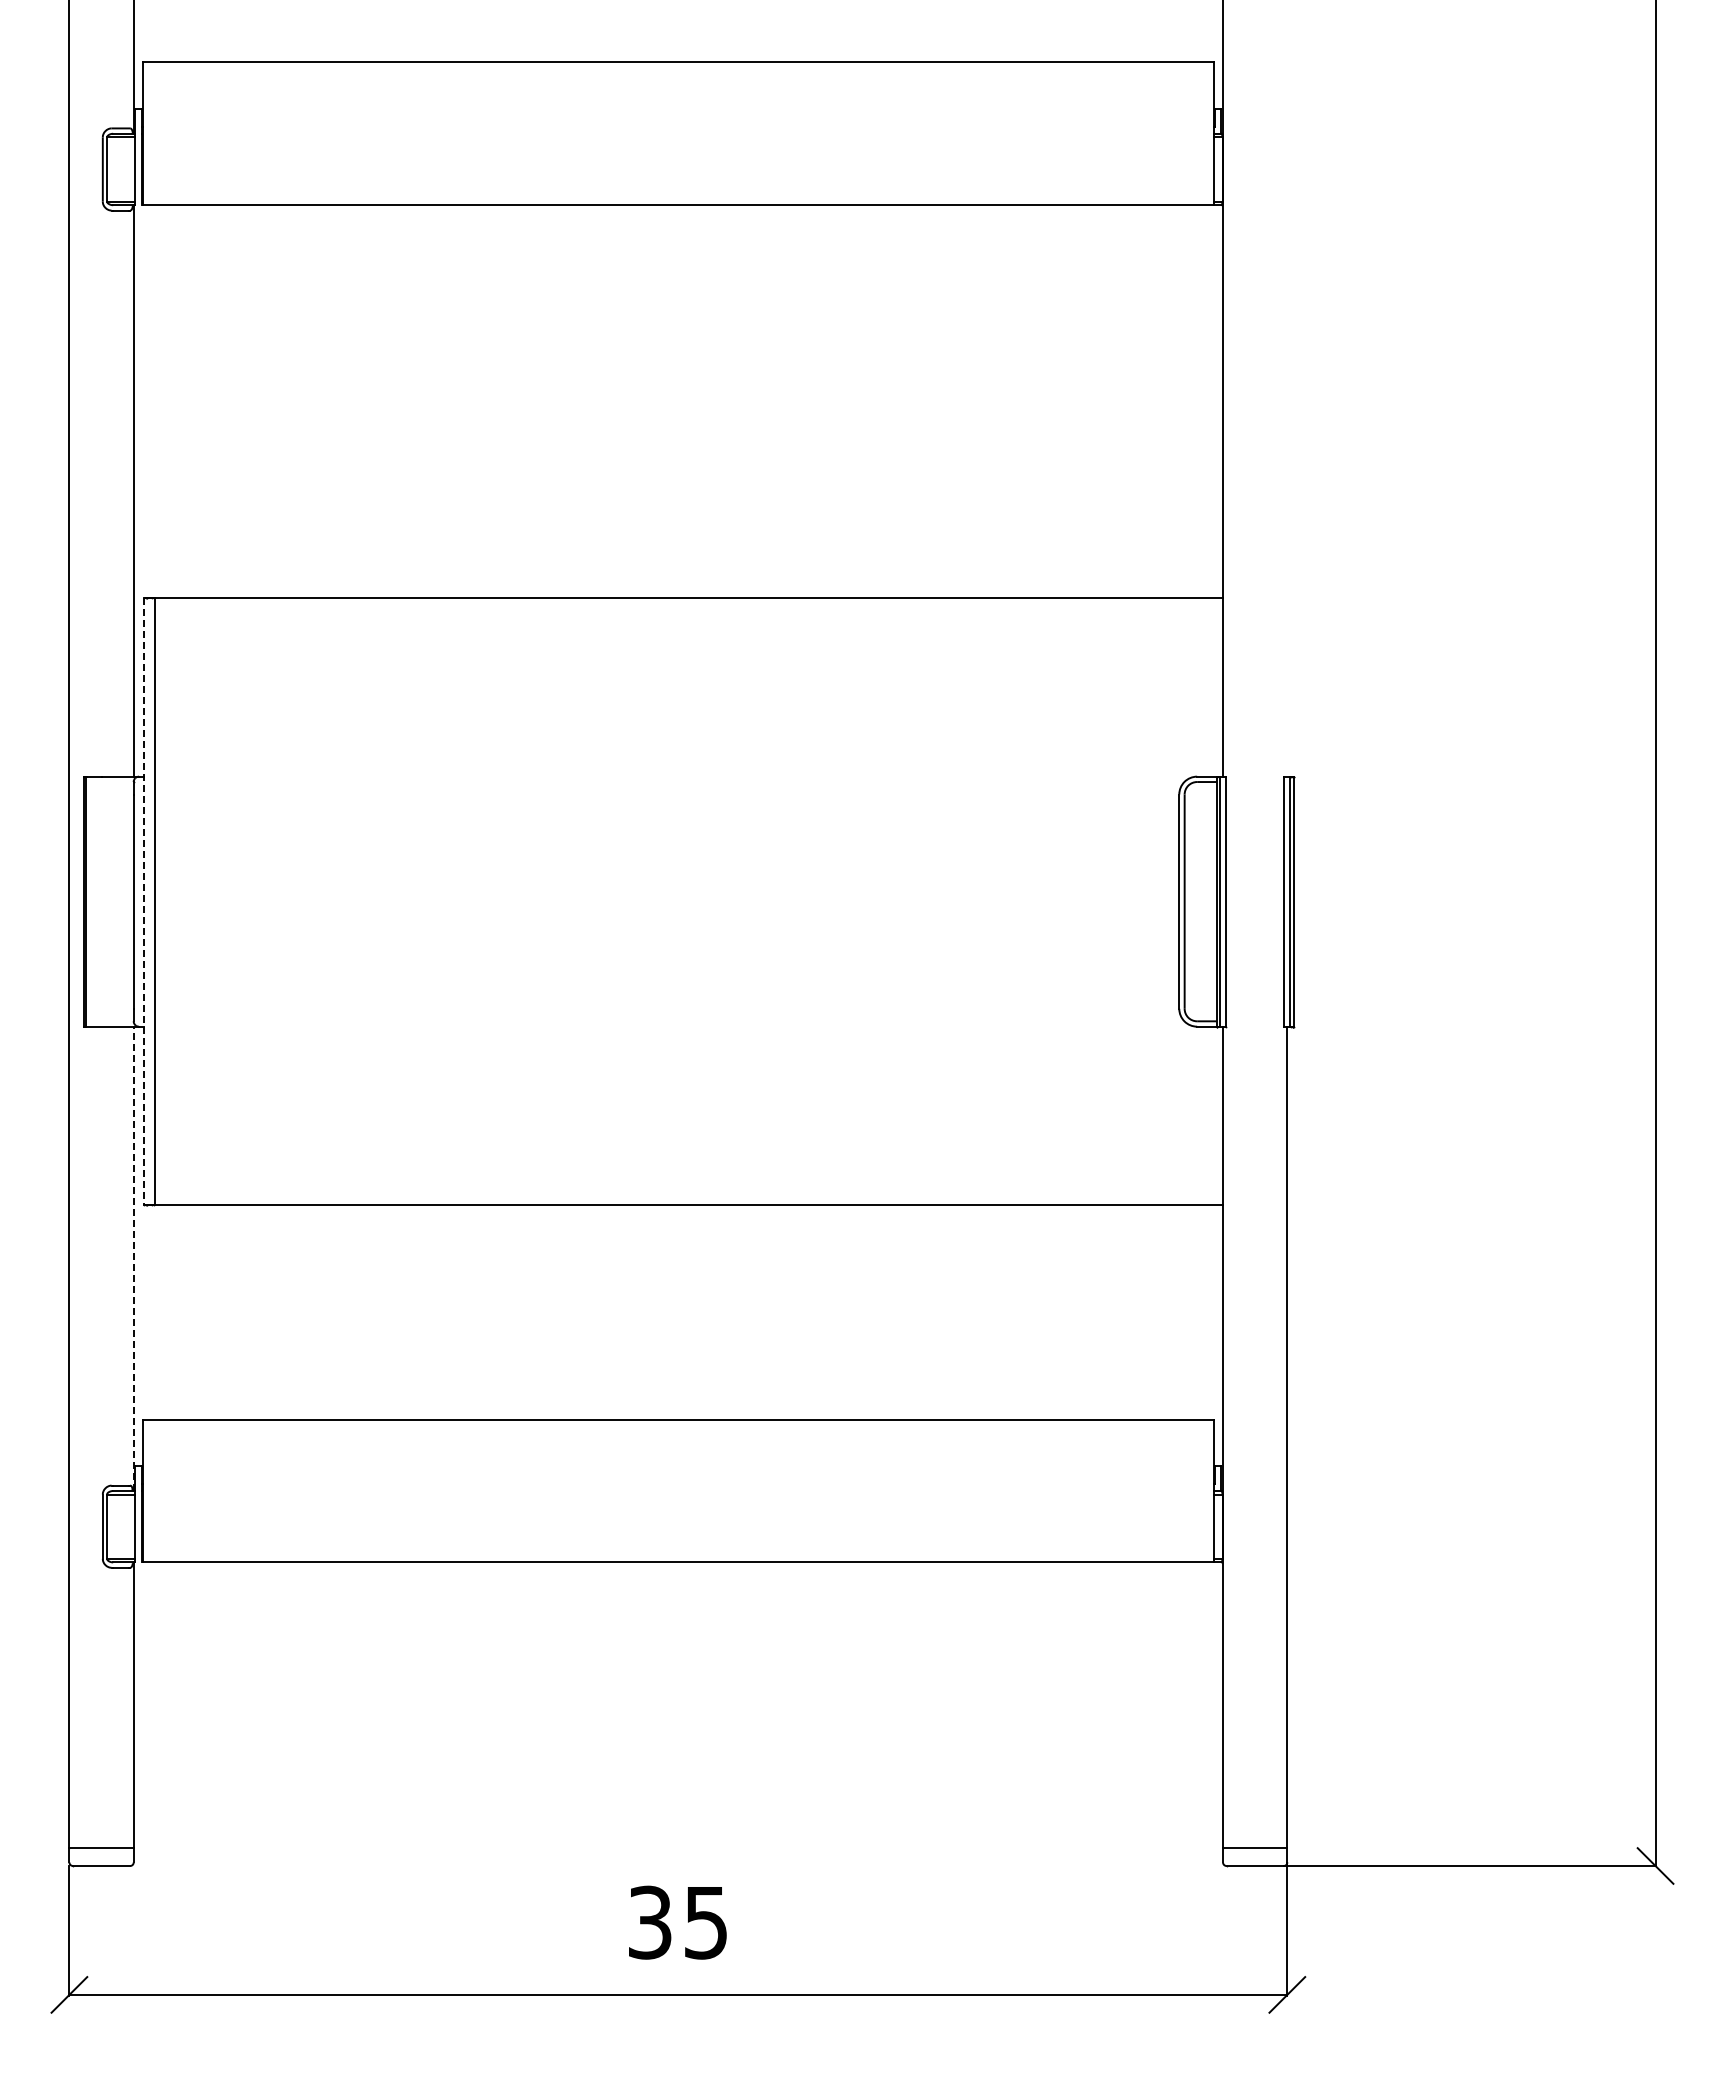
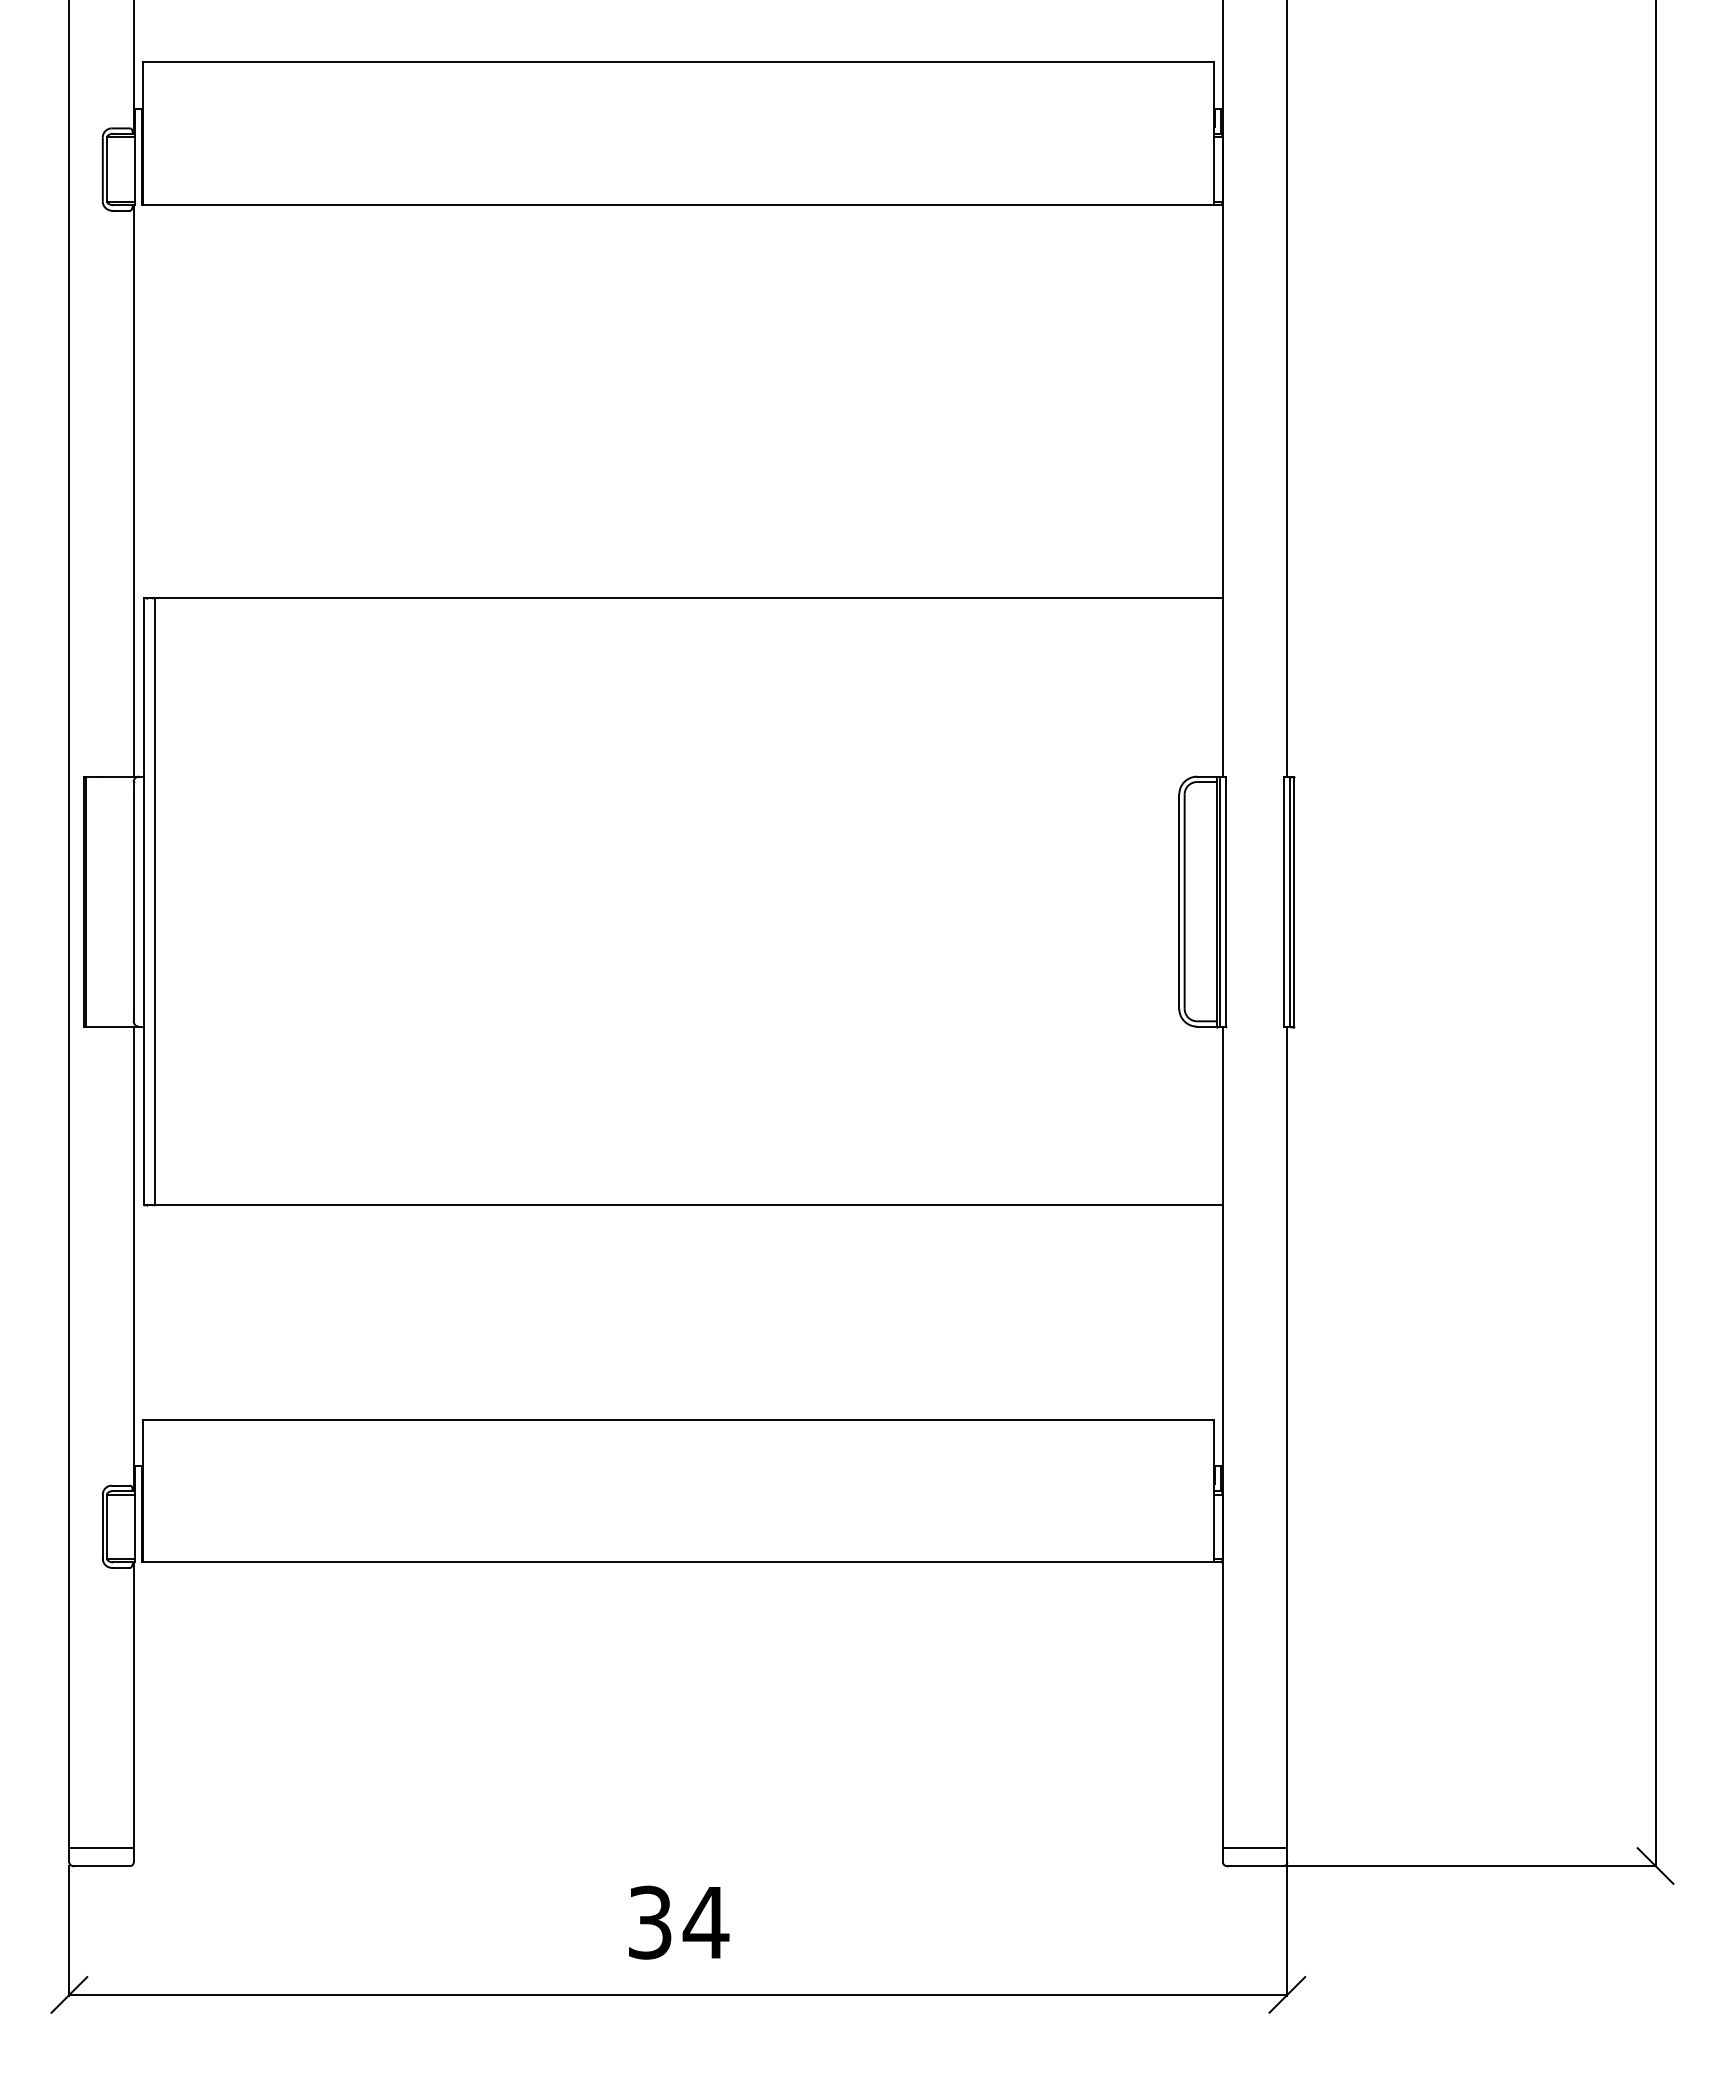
line at (1287, 389): none -> present
line at (144, 901): dashed -> solid
line at (133, 1258): dashed -> solid
text at (705, 1923): 35 -> 34
